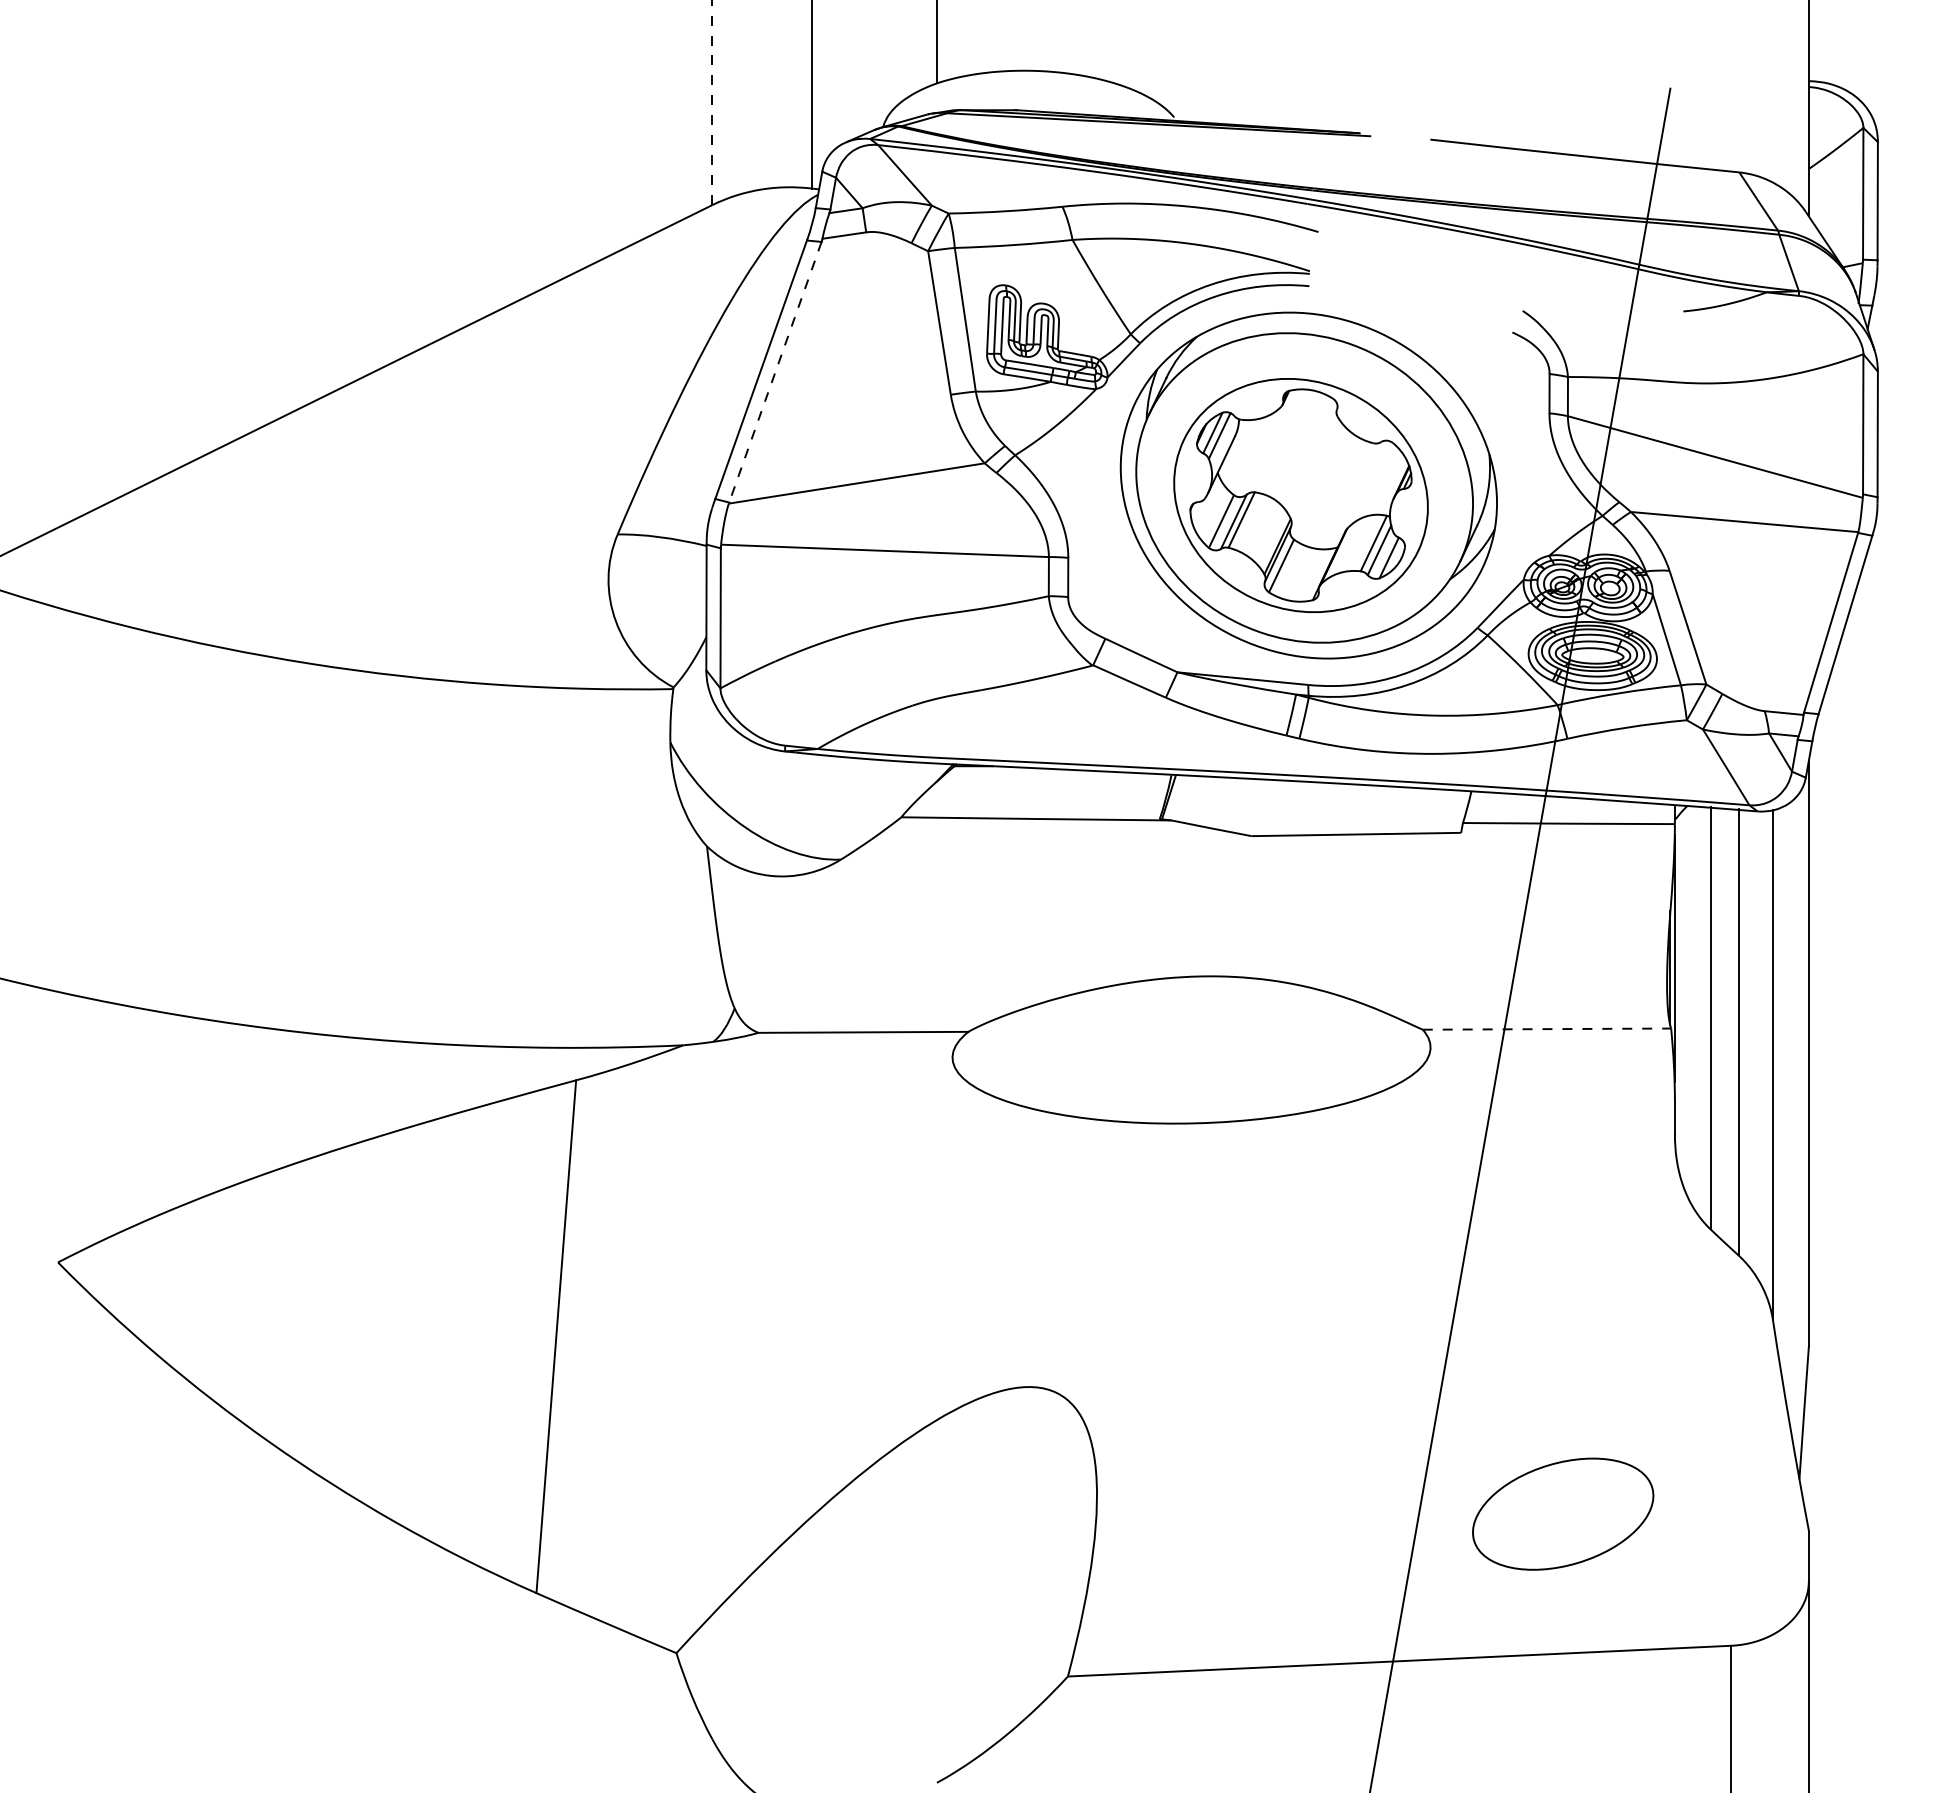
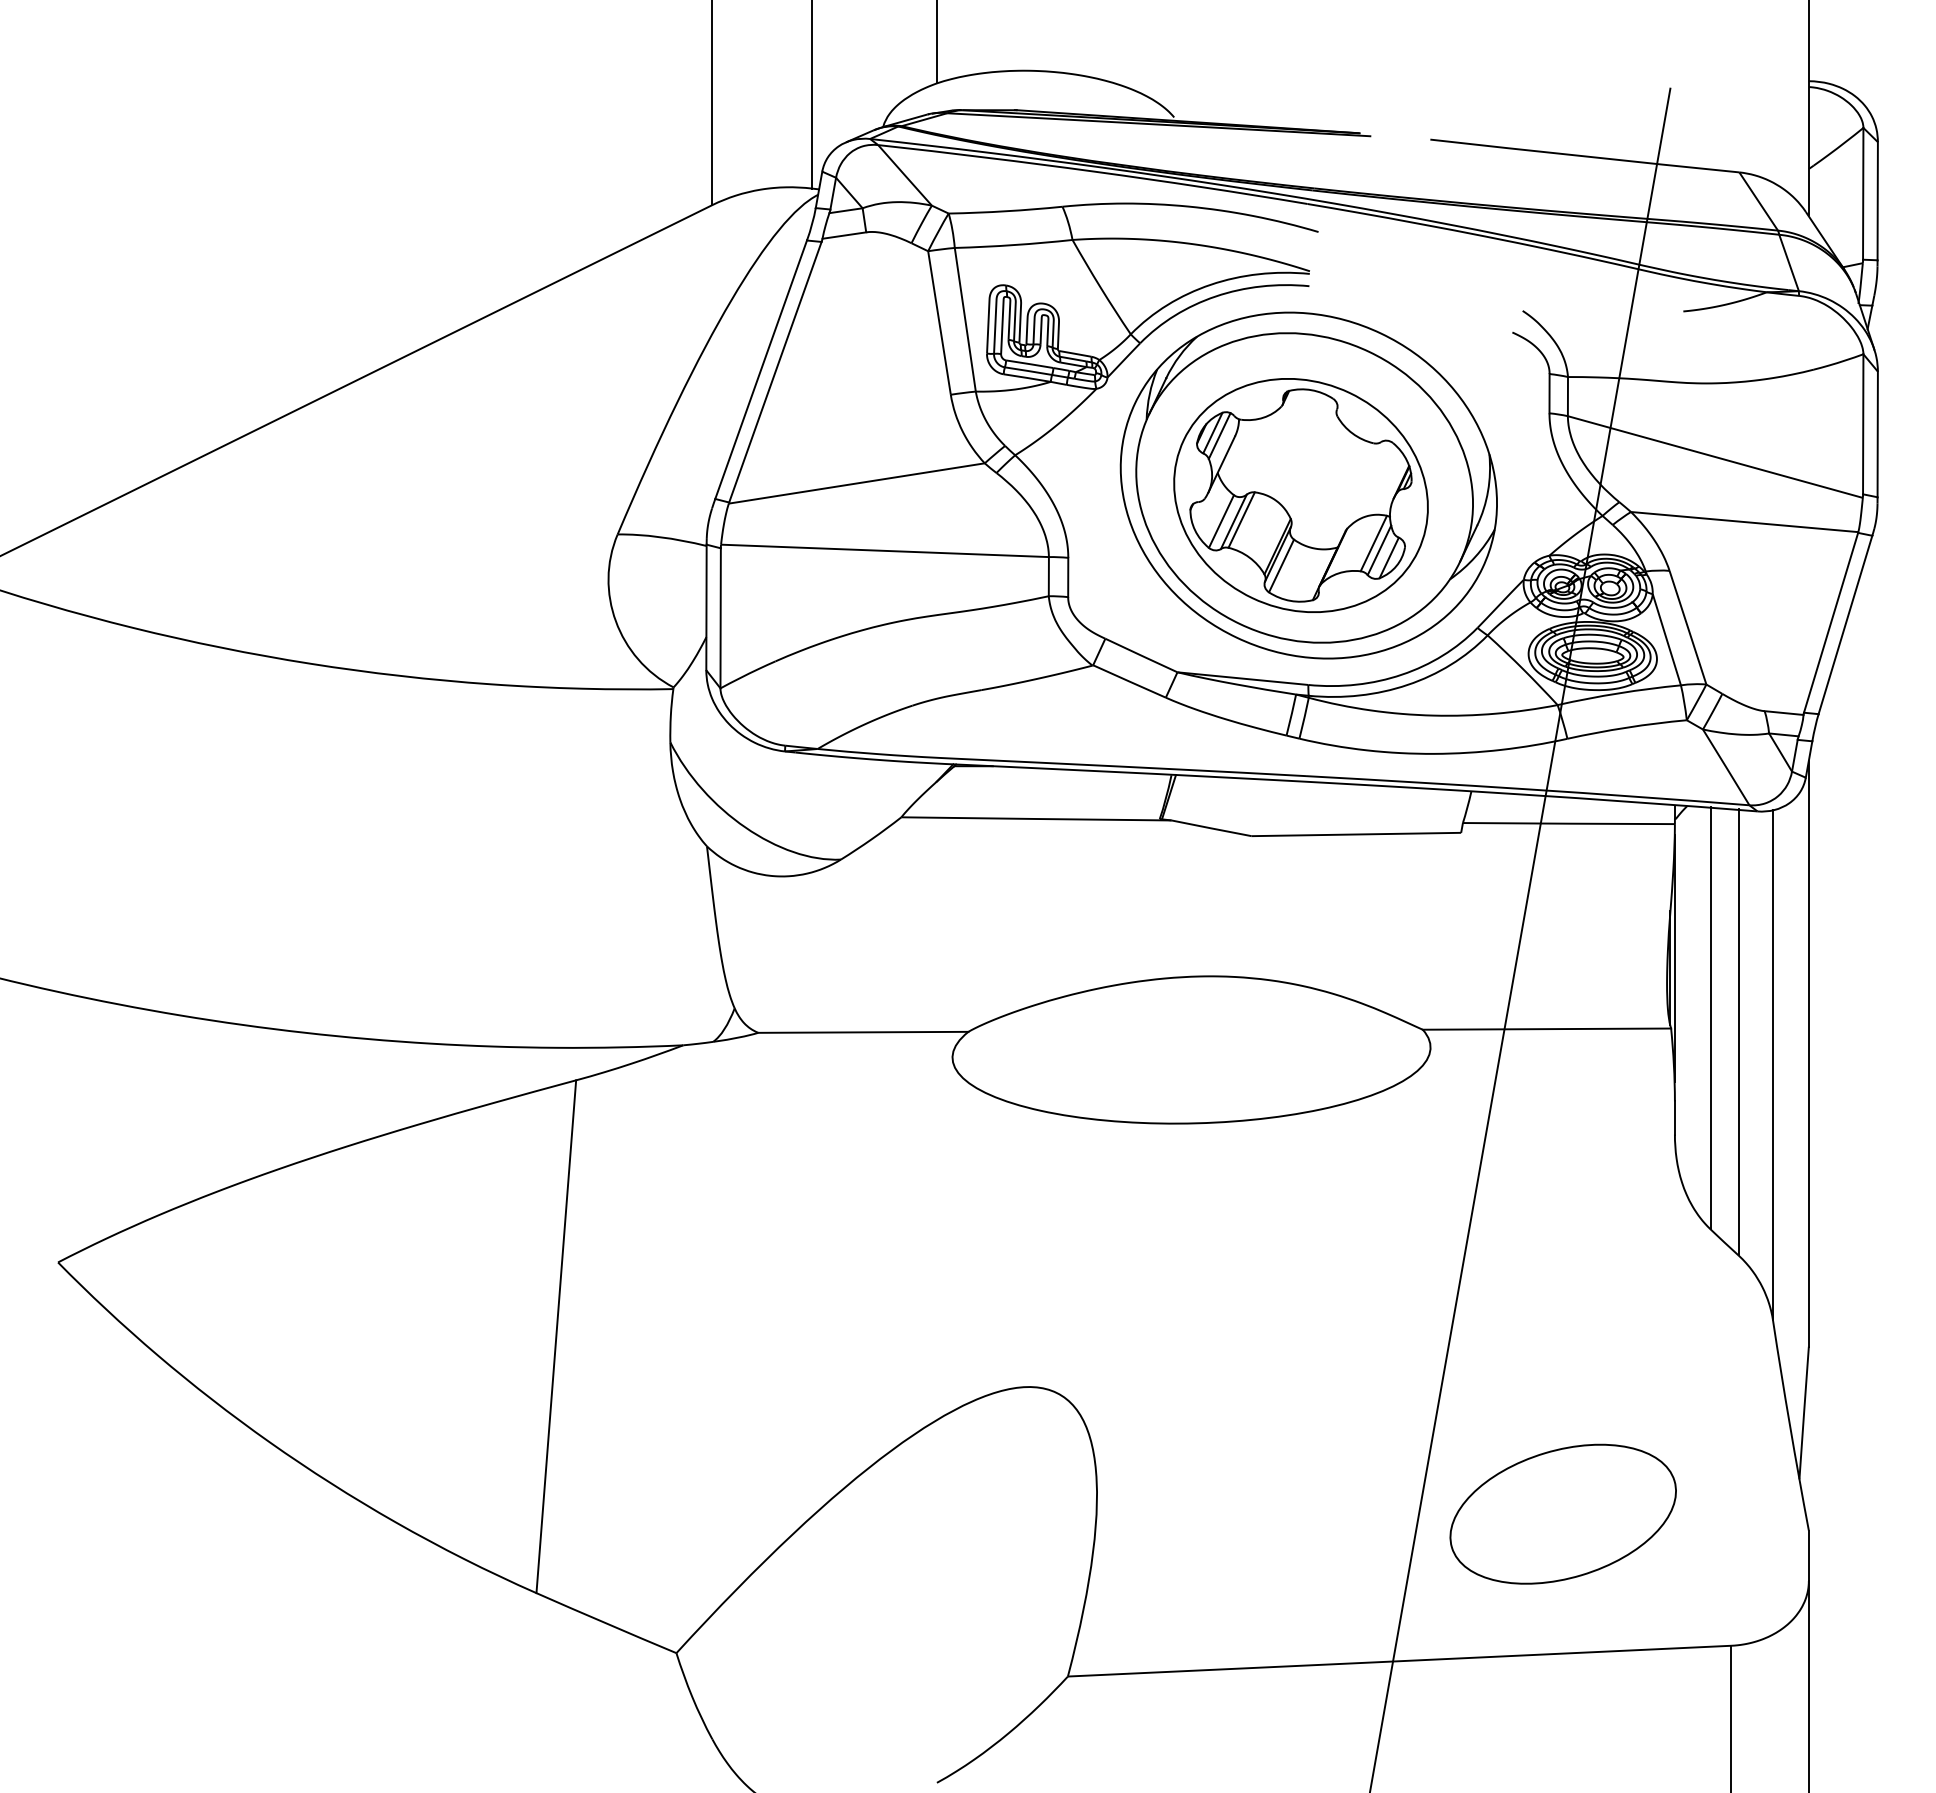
line at (712, 102): dashed -> solid
line at (775, 372): dashed -> solid
line at (1547, 1029): dashed -> solid
part at (1563, 1513) size: 183x114 px -> 228x142 px
